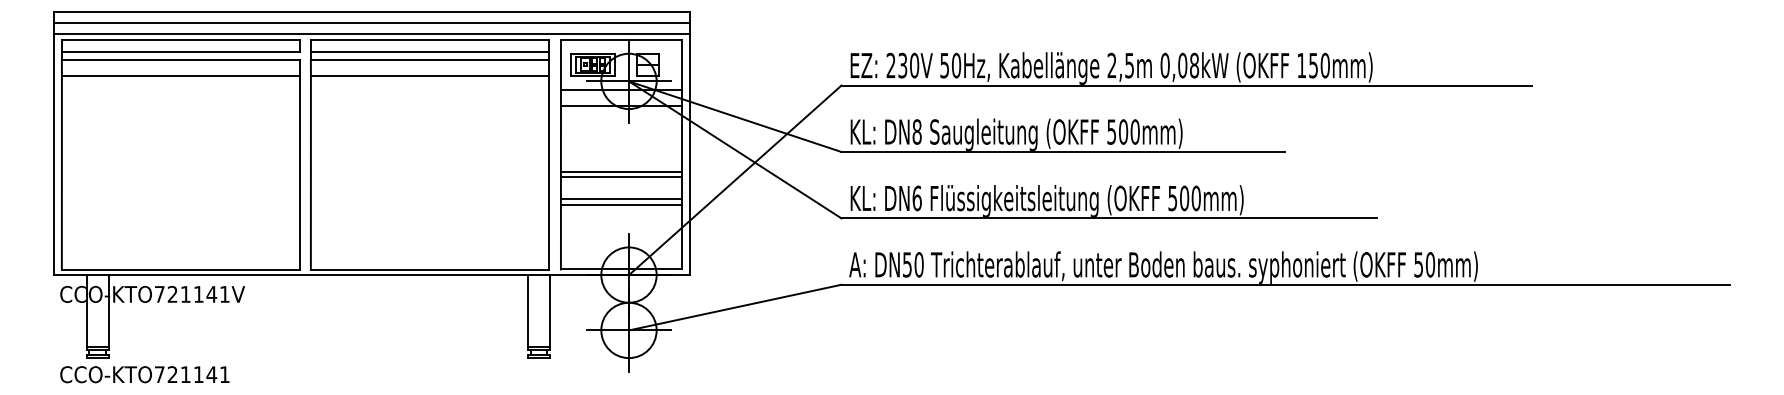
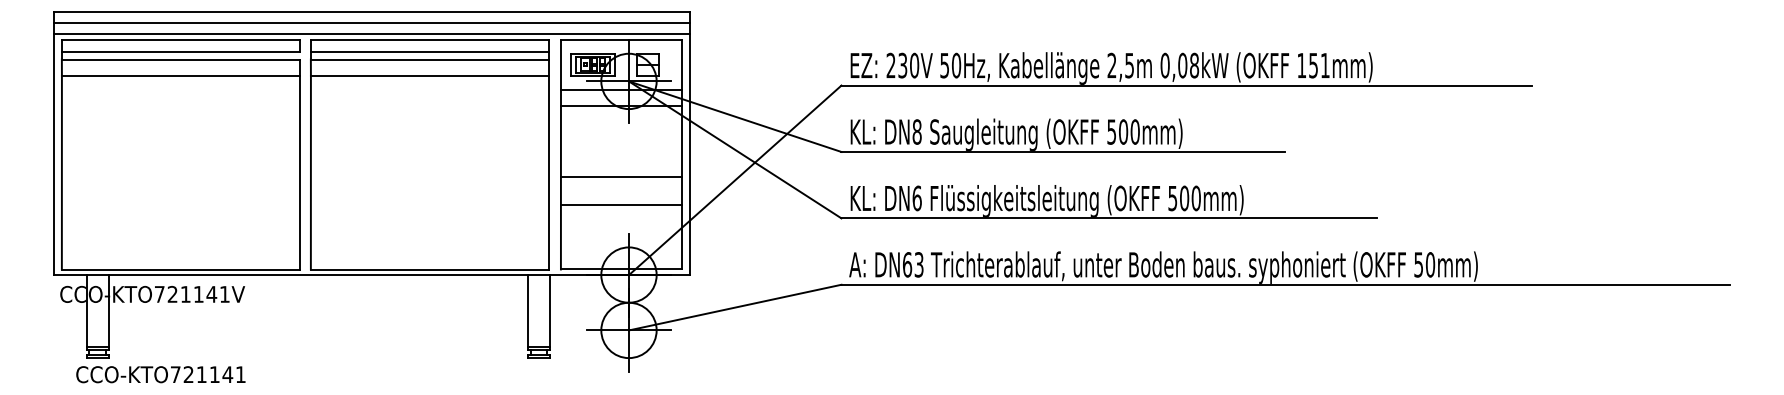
text at (1324, 65): 150mm) -> 151mm)
line at (620, 171): present -> none
line at (620, 199): present -> none
text at (913, 264): DN50 -> DN63
text at (144, 374) position: (144, 374) -> (160, 374)
